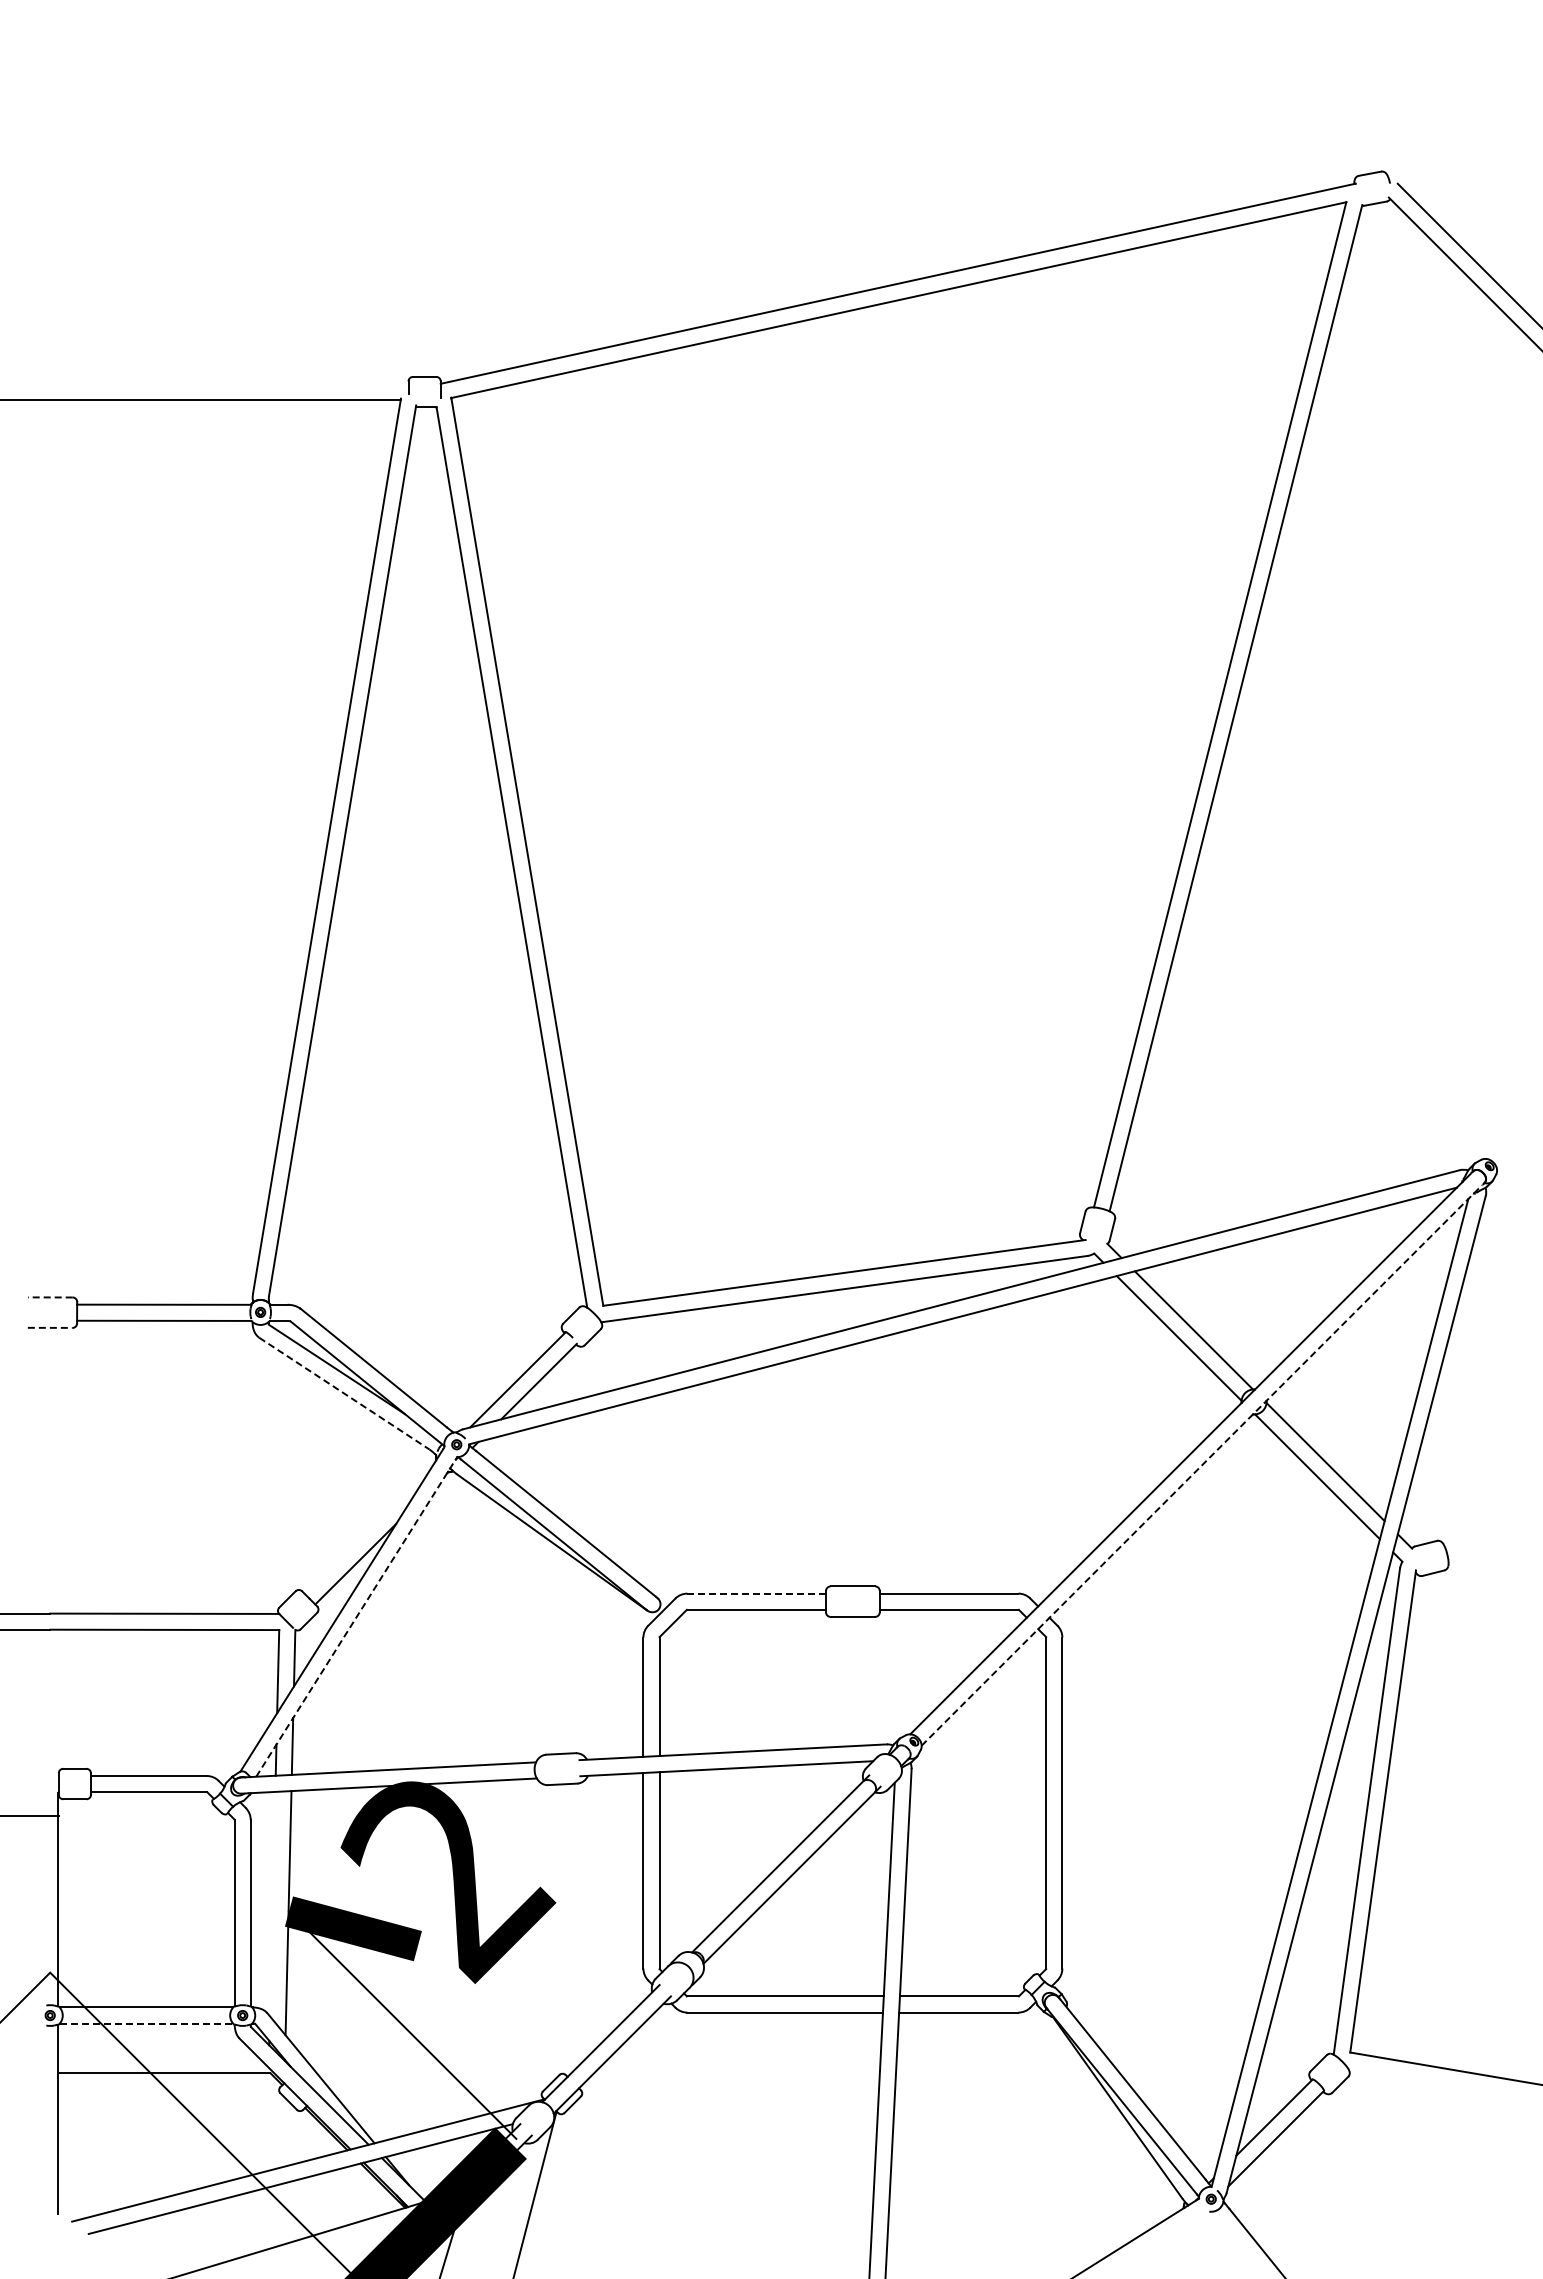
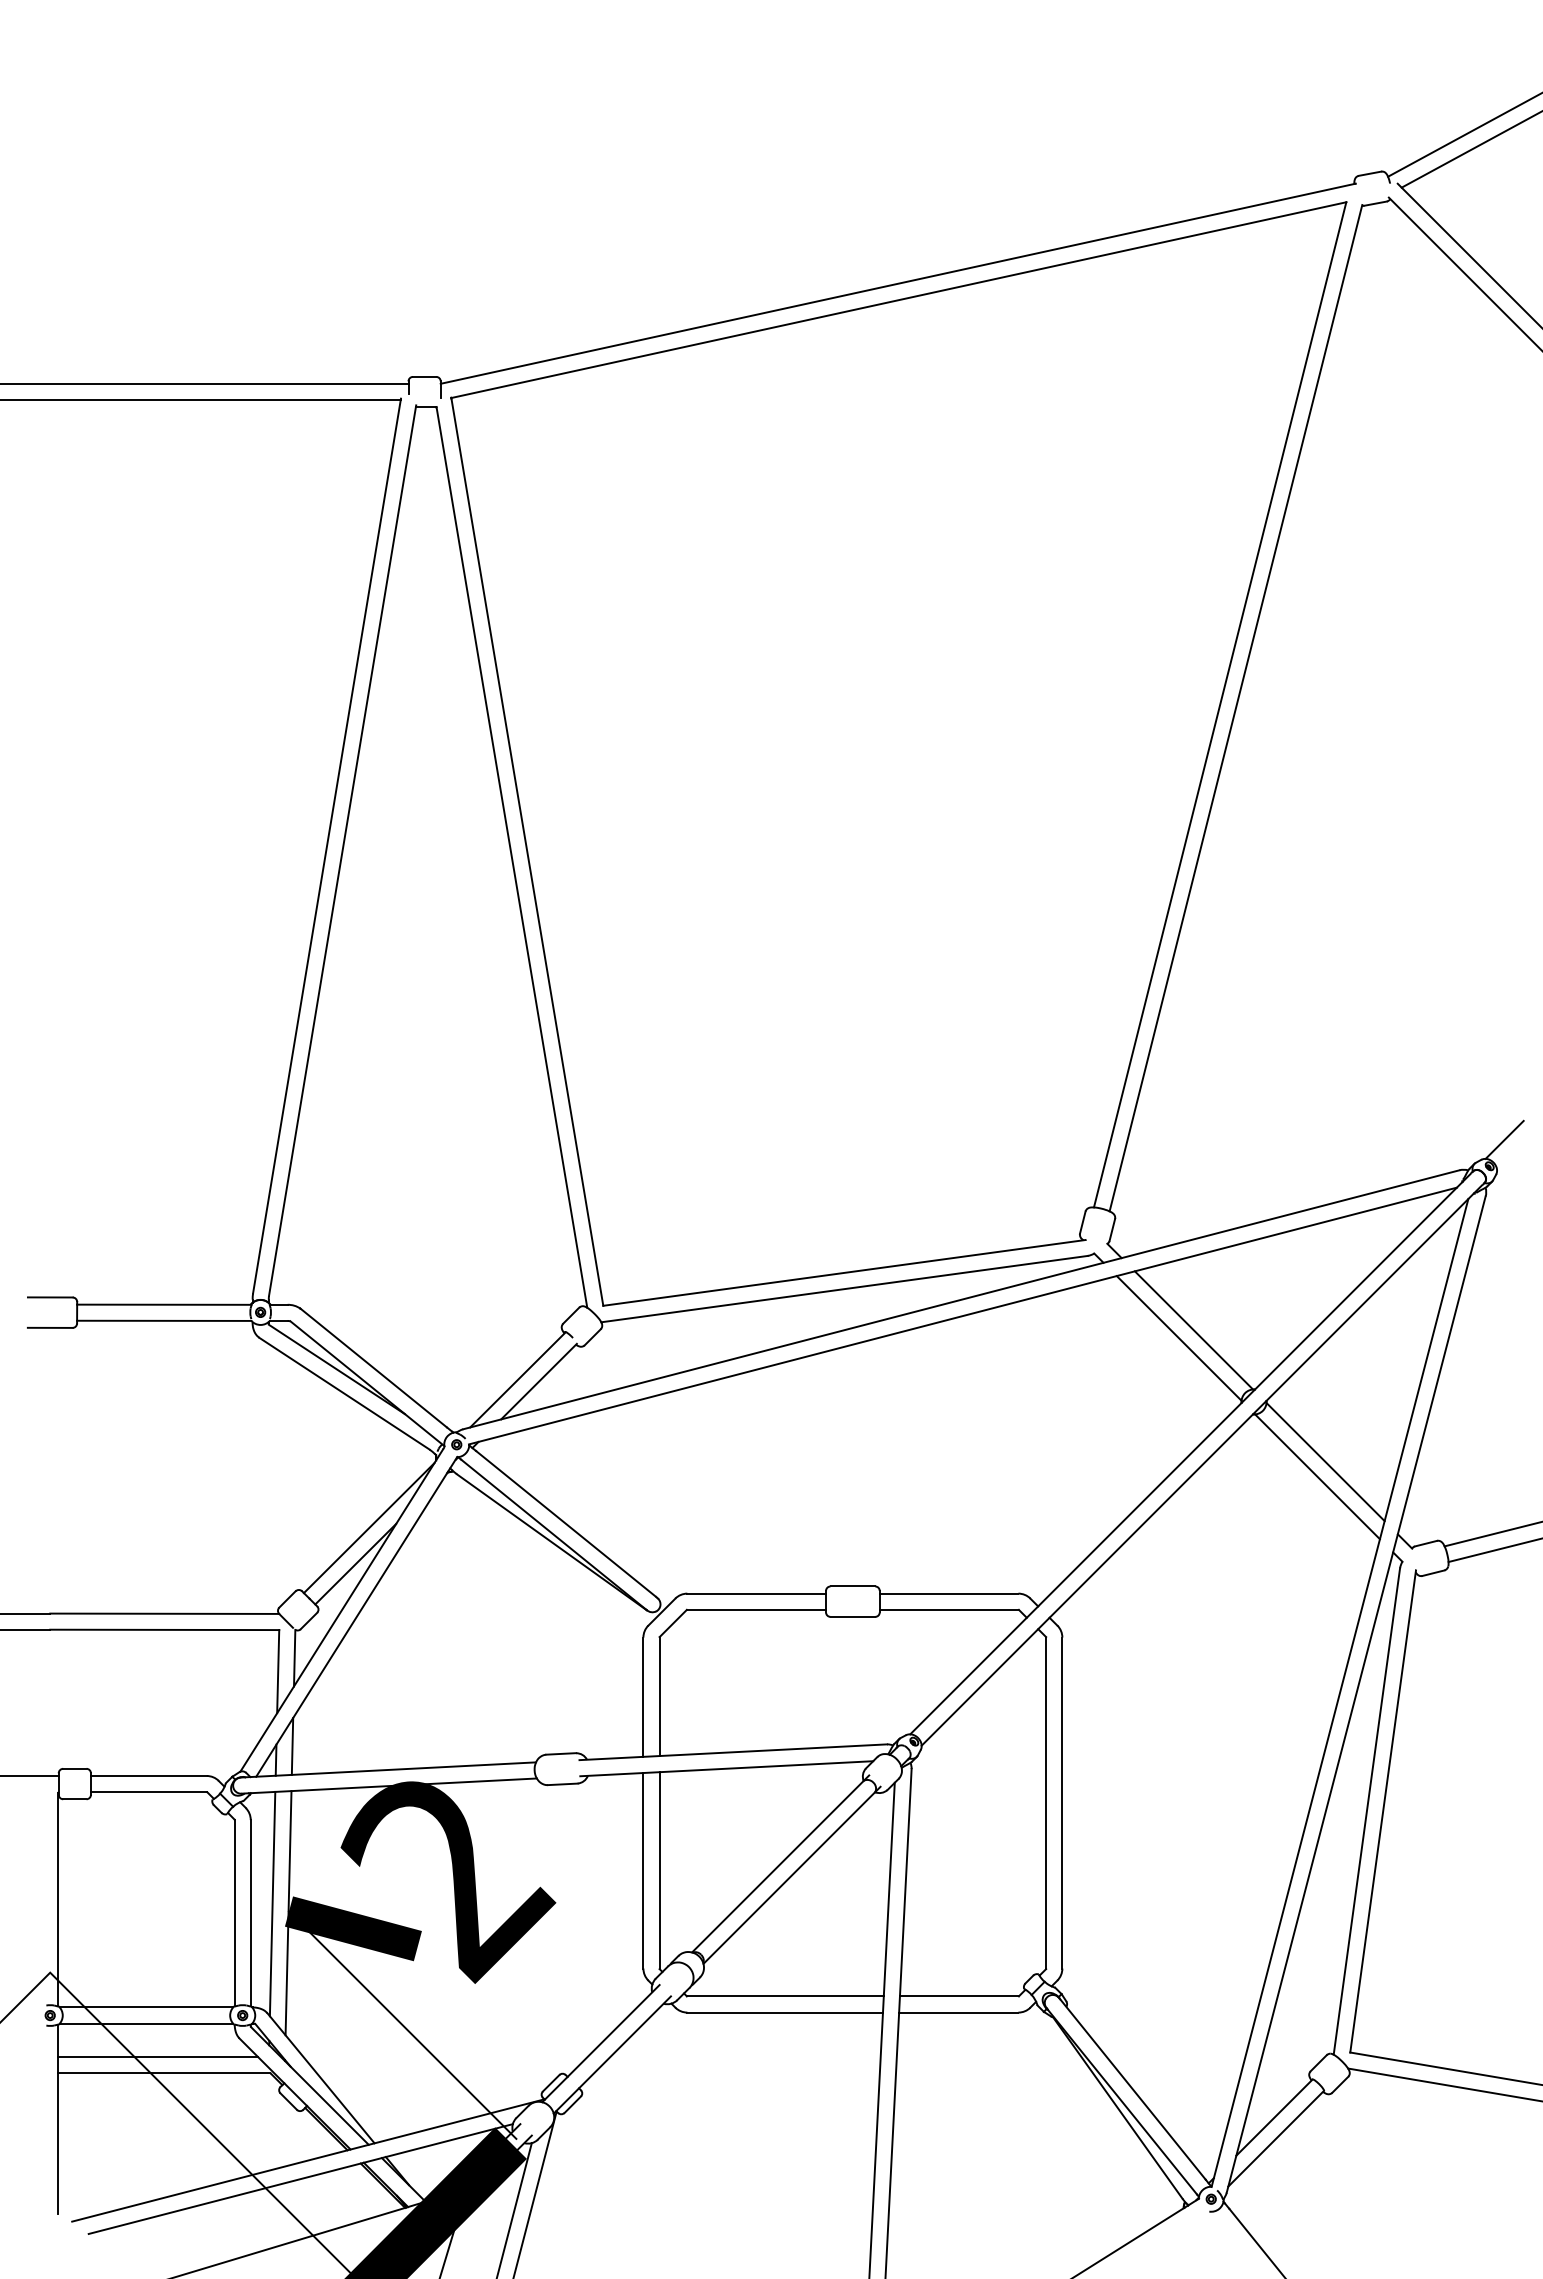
line at (1463, 135): none -> present
line at (1470, 149): none -> present
line at (205, 384): none -> present
line at (1504, 1139): none -> present
line at (49, 1297): dashed -> solid
line at (50, 1327): dashed -> solid
line at (344, 1393): dashed -> solid
line at (1202, 1465): dashed -> solid
line at (368, 1528): none -> present
line at (1491, 1534): none -> present
line at (1493, 1550): none -> present
line at (756, 1593): dashed -> solid
line at (356, 1617): dashed -> solid
line at (30, 1815) position: (30, 1815) -> (30, 1775)
line at (272, 1903): none -> present
line at (146, 2023): dashed -> solid
line at (158, 2057): none -> present
line at (1443, 2084): none -> present
line at (514, 2209): none -> present
